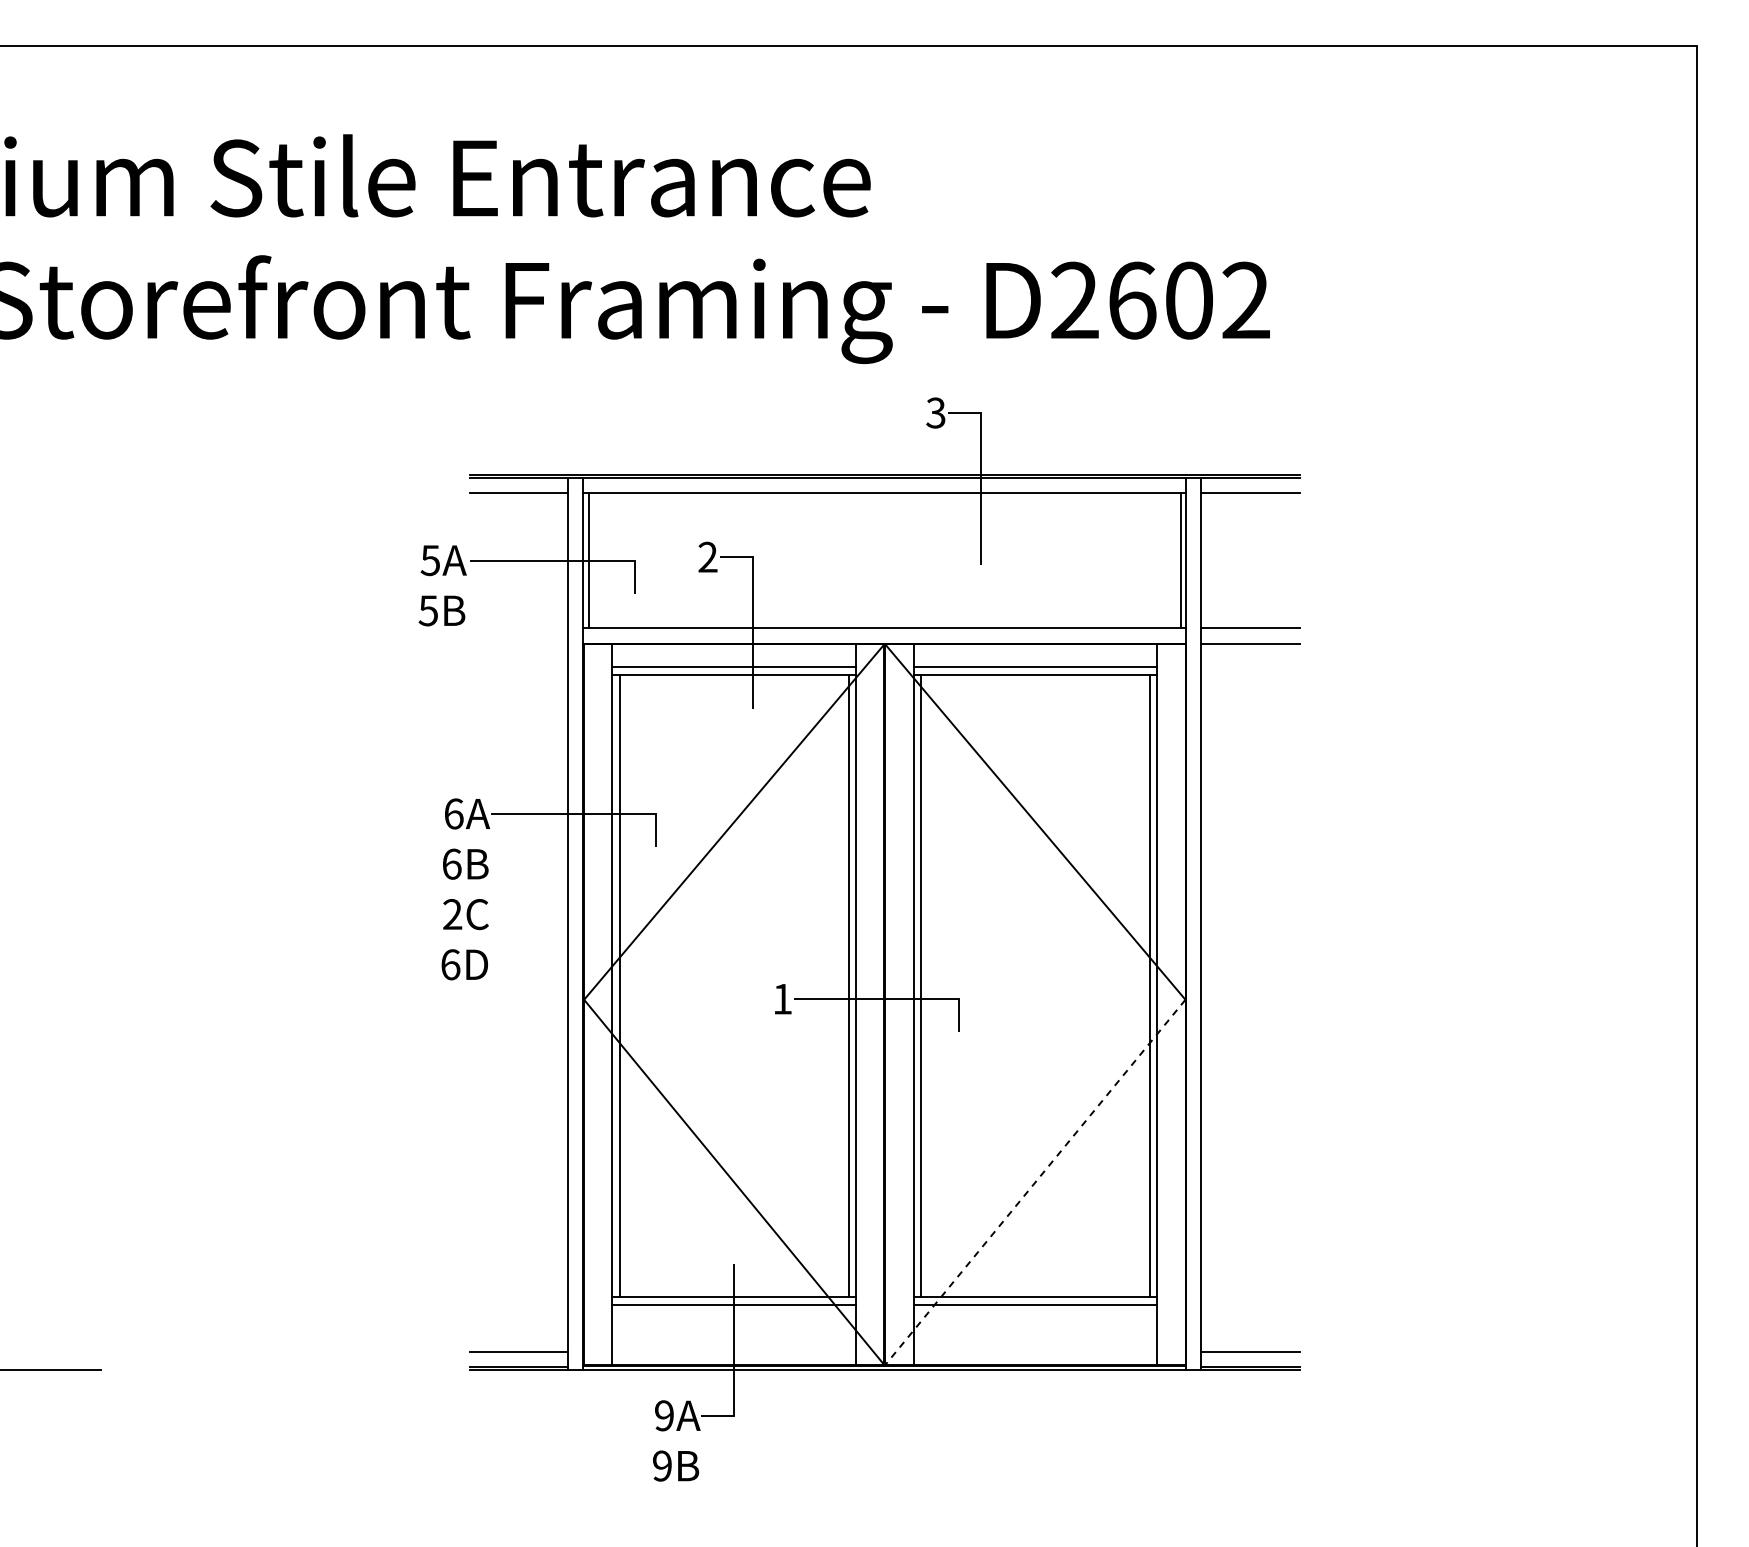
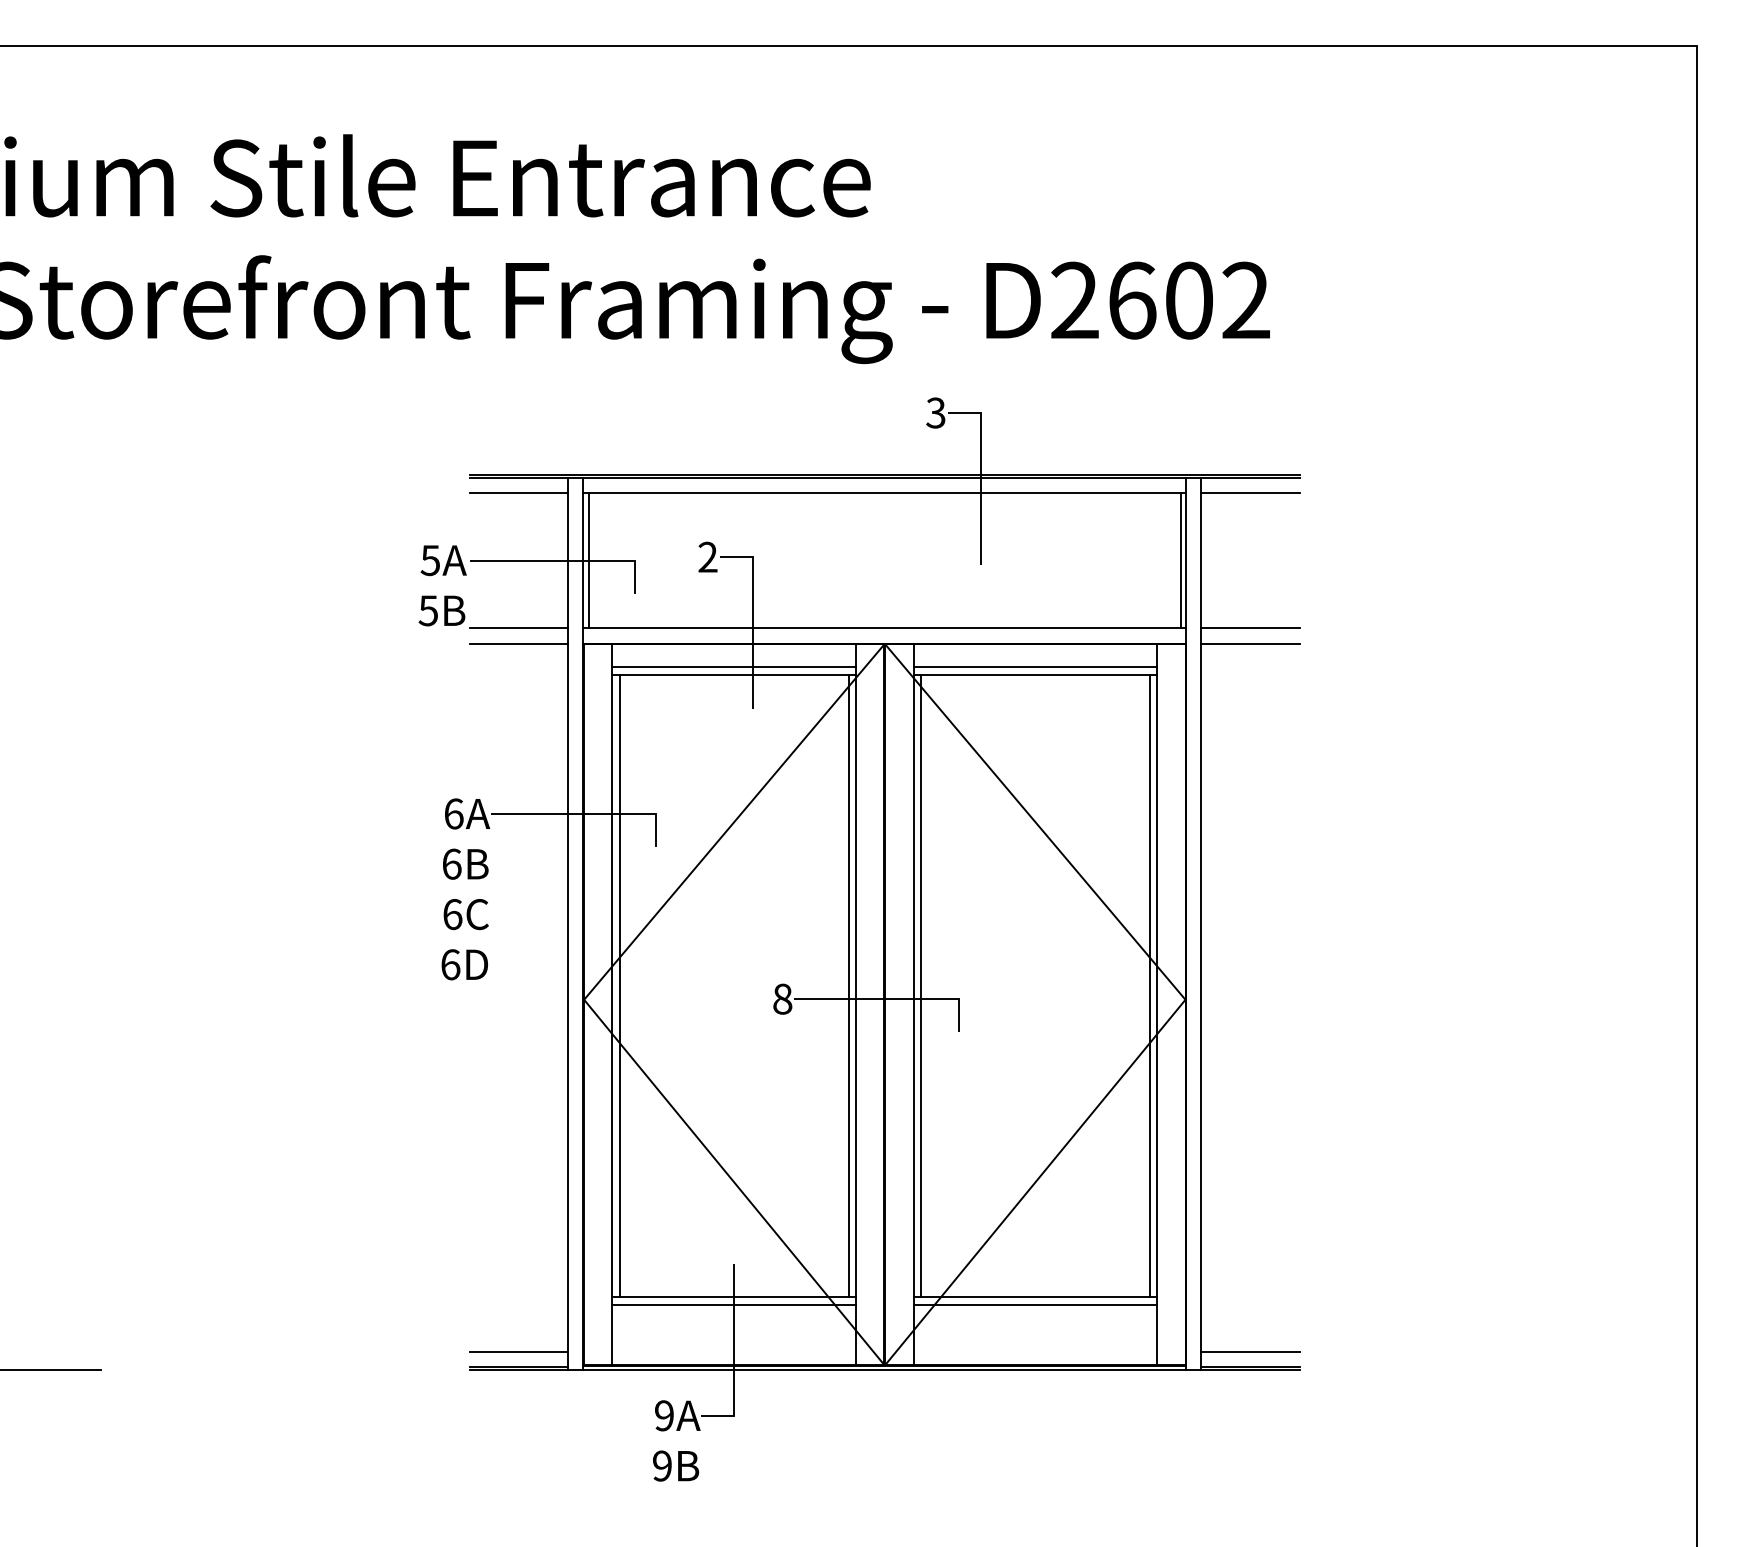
line at (518, 628): none -> present
line at (518, 643): none -> present
text at (452, 914): 2C -> 6C
text at (782, 998): 1 -> 8
line at (1035, 1182): dashed -> solid
